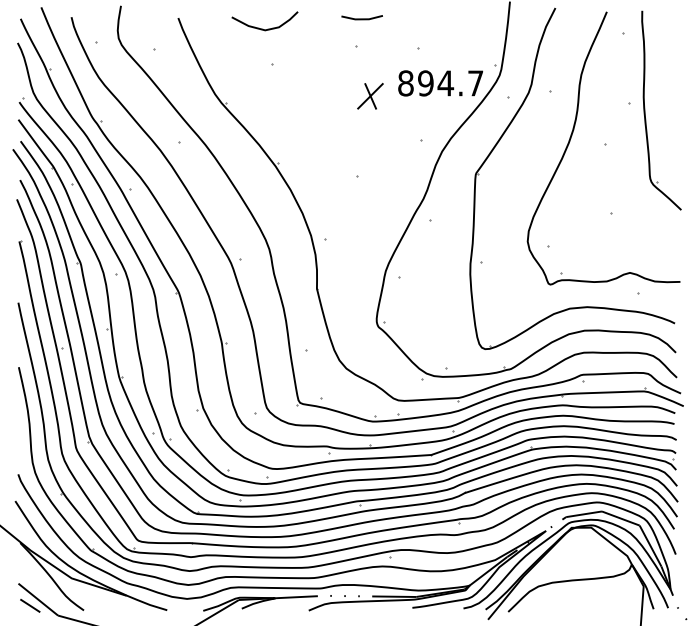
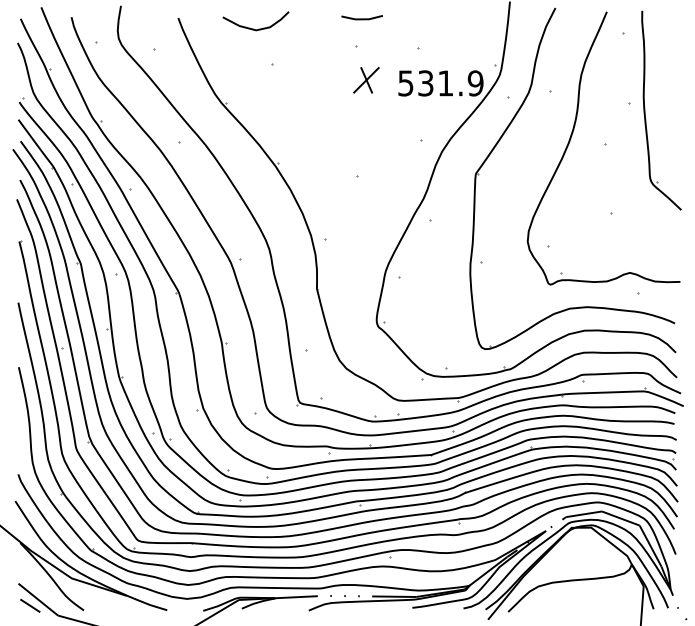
curve at (262, 28) position: (262, 28) -> (253, 28)
text at (440, 83): 894.7 -> 531.9
part at (370, 96) position: (370, 96) -> (366, 80)
